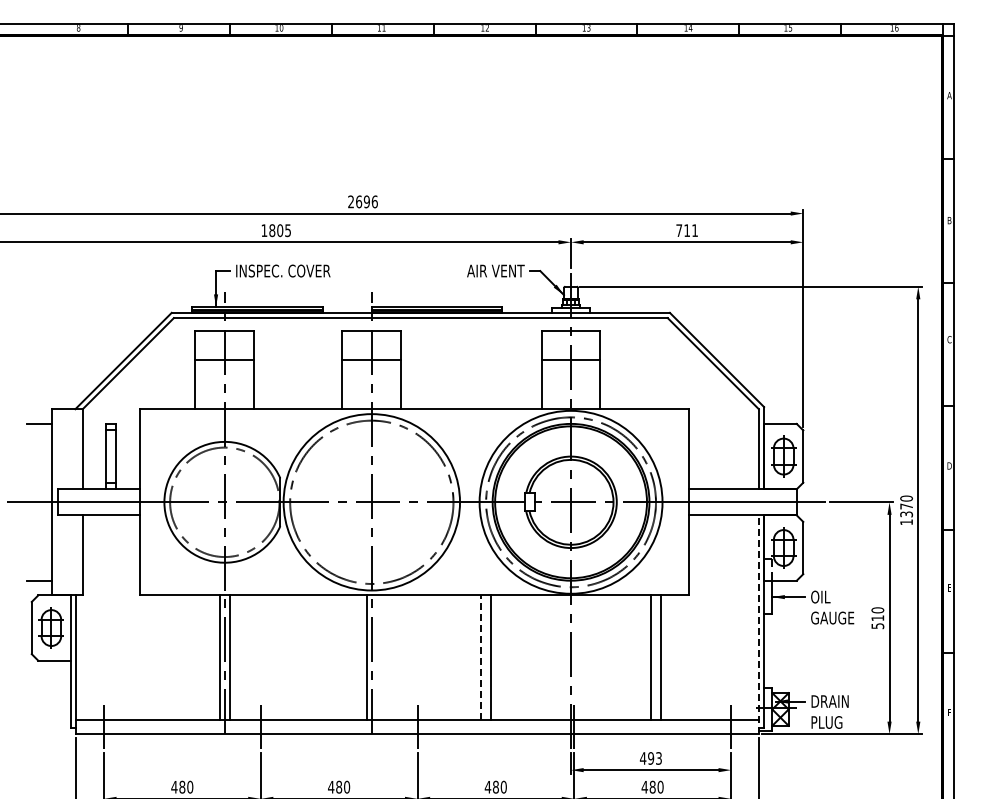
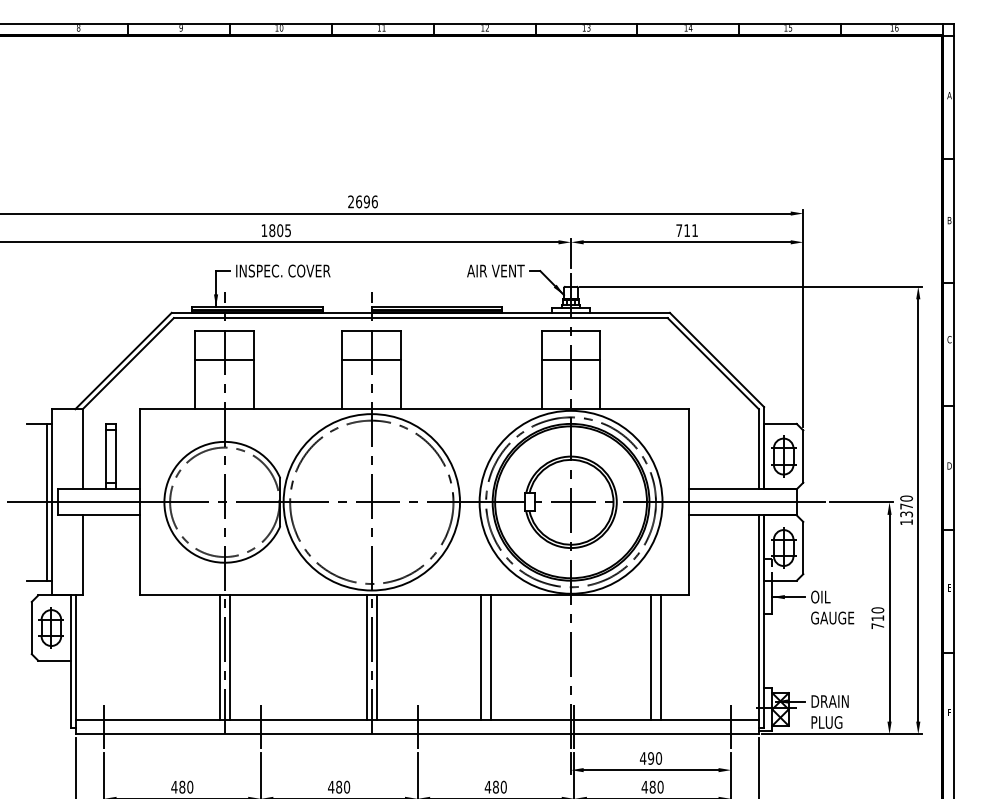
line at (46, 501): none -> present
line at (758, 624): dashed -> solid
text at (877, 626): 510 -> 710
line at (480, 656): dashed -> solid
line at (377, 657): none -> present
text at (658, 758): 493 -> 490
